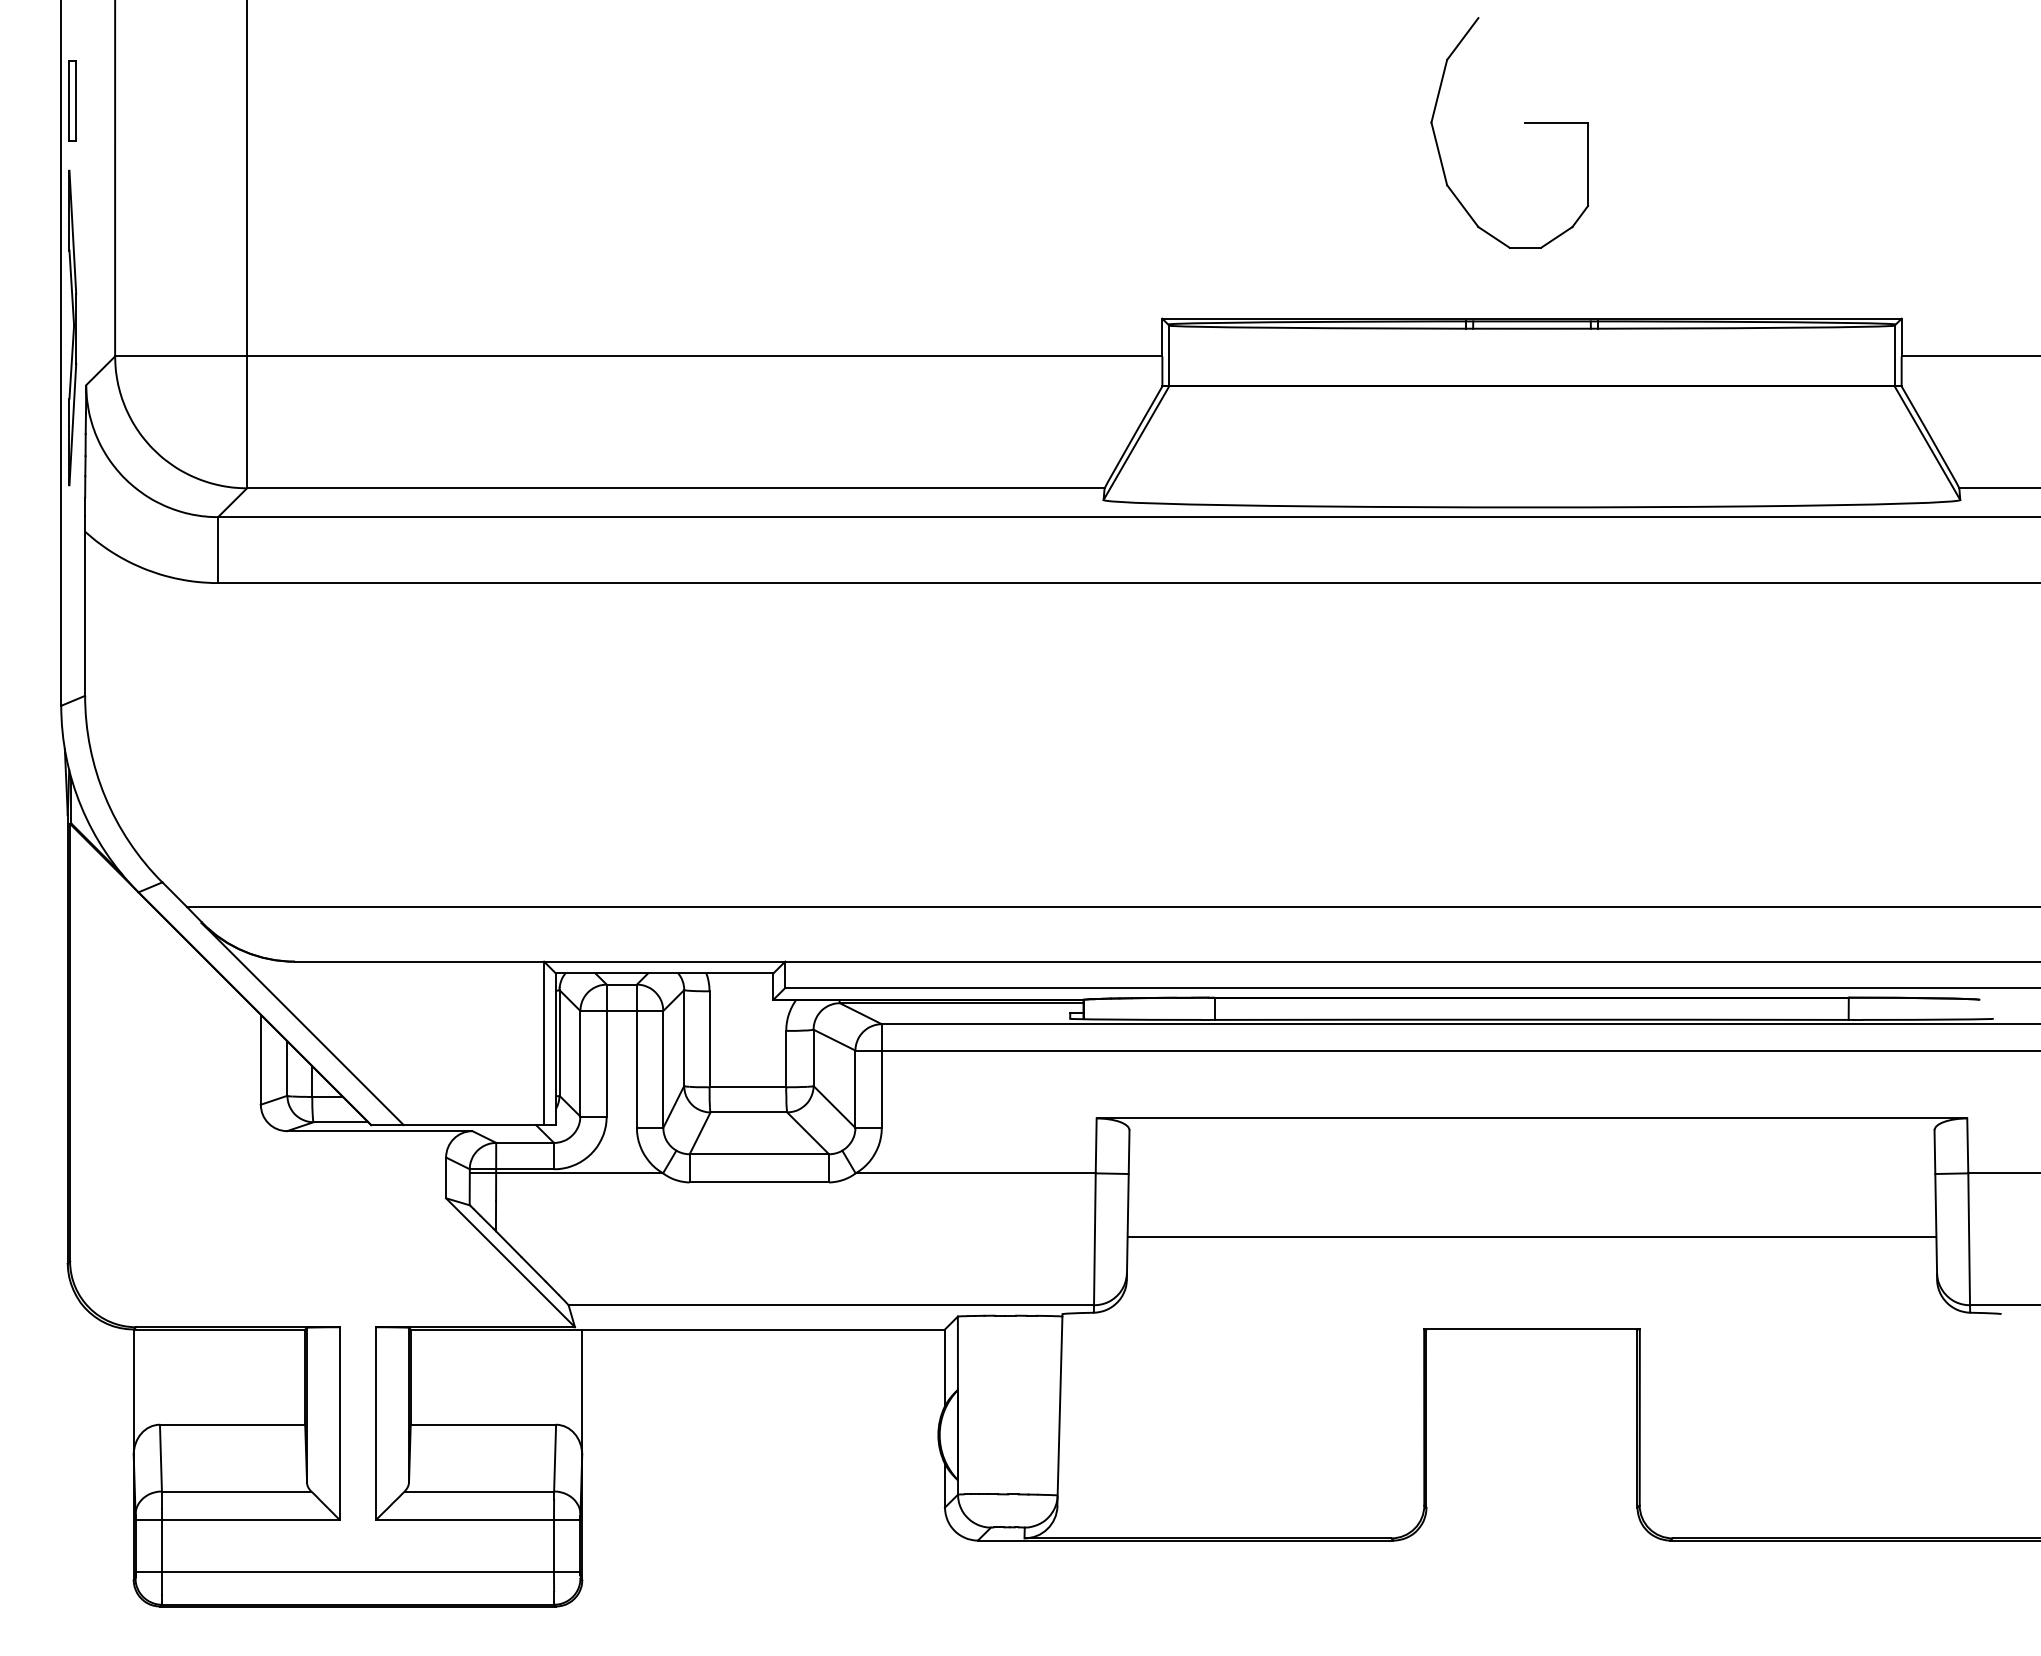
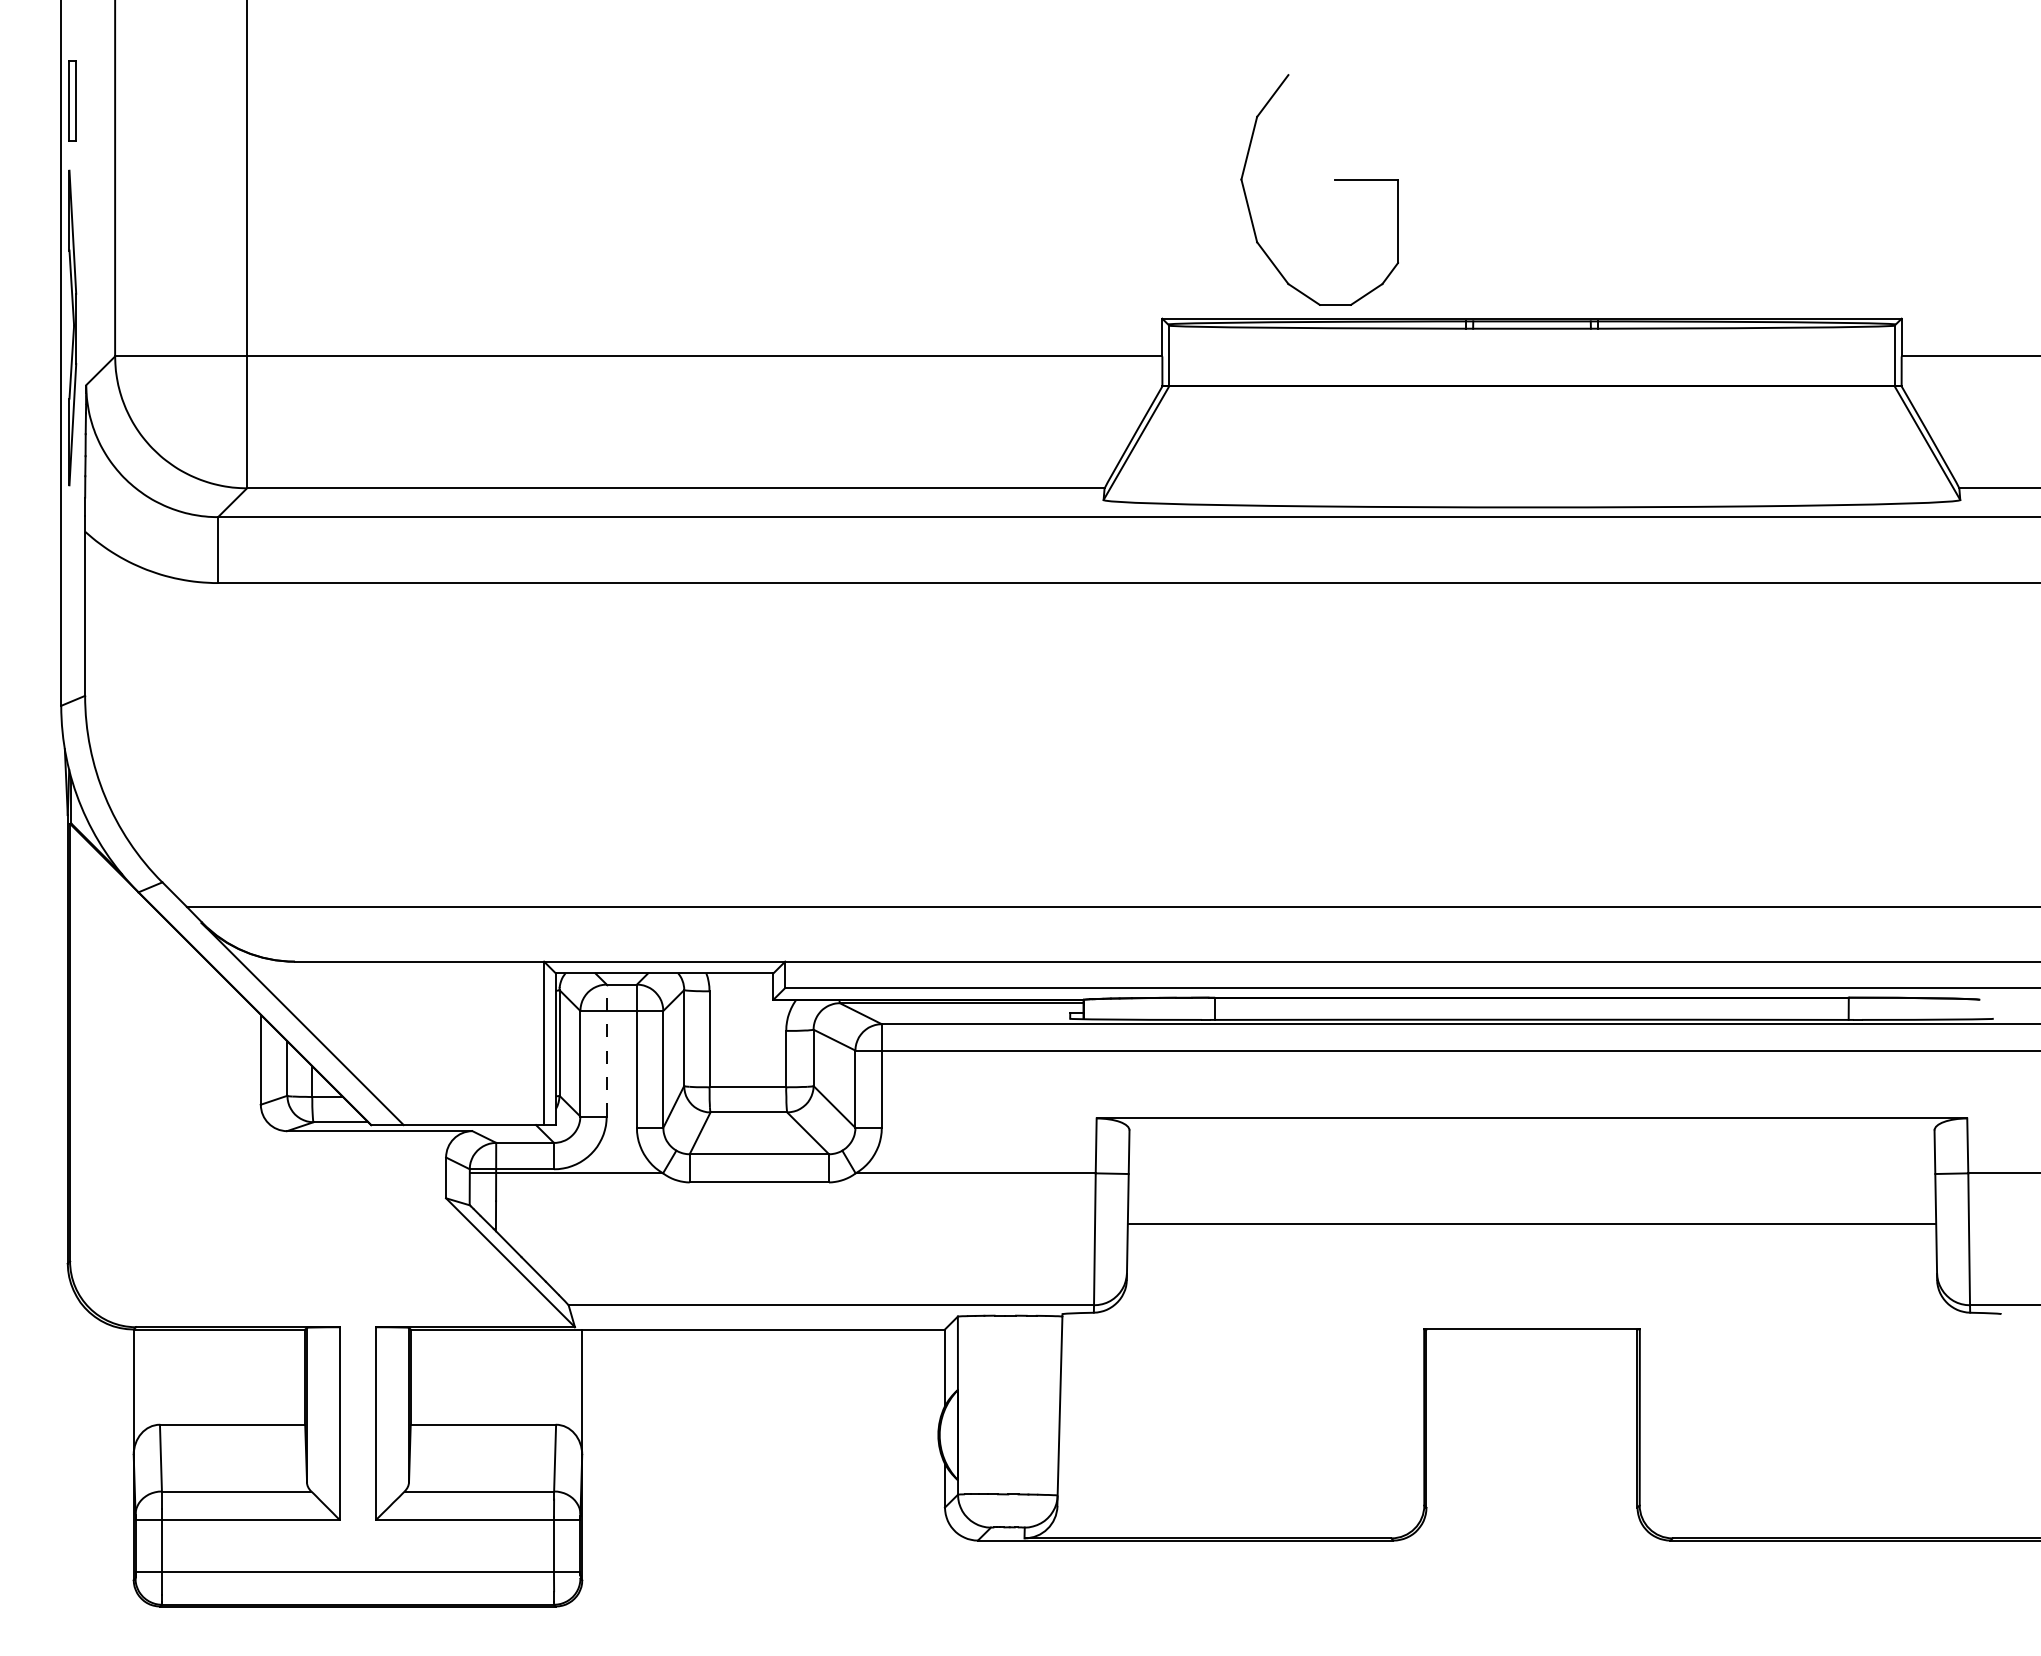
part at (1524, 123) position: (1524, 123) -> (1334, 180)
line at (606, 1050): solid -> dashed
line at (1531, 1237) position: (1531, 1237) -> (1531, 1224)
